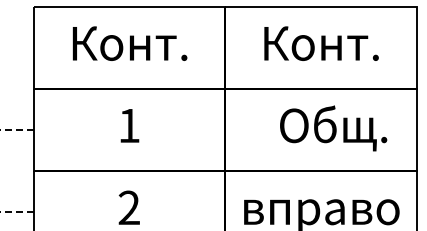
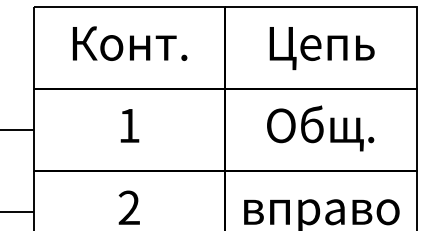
text at (321, 48): Конт. -> Цепь
text at (333, 128) position: (333, 128) -> (320, 128)
line at (16, 130): dashed -> solid
line at (16, 212): dashed -> solid
